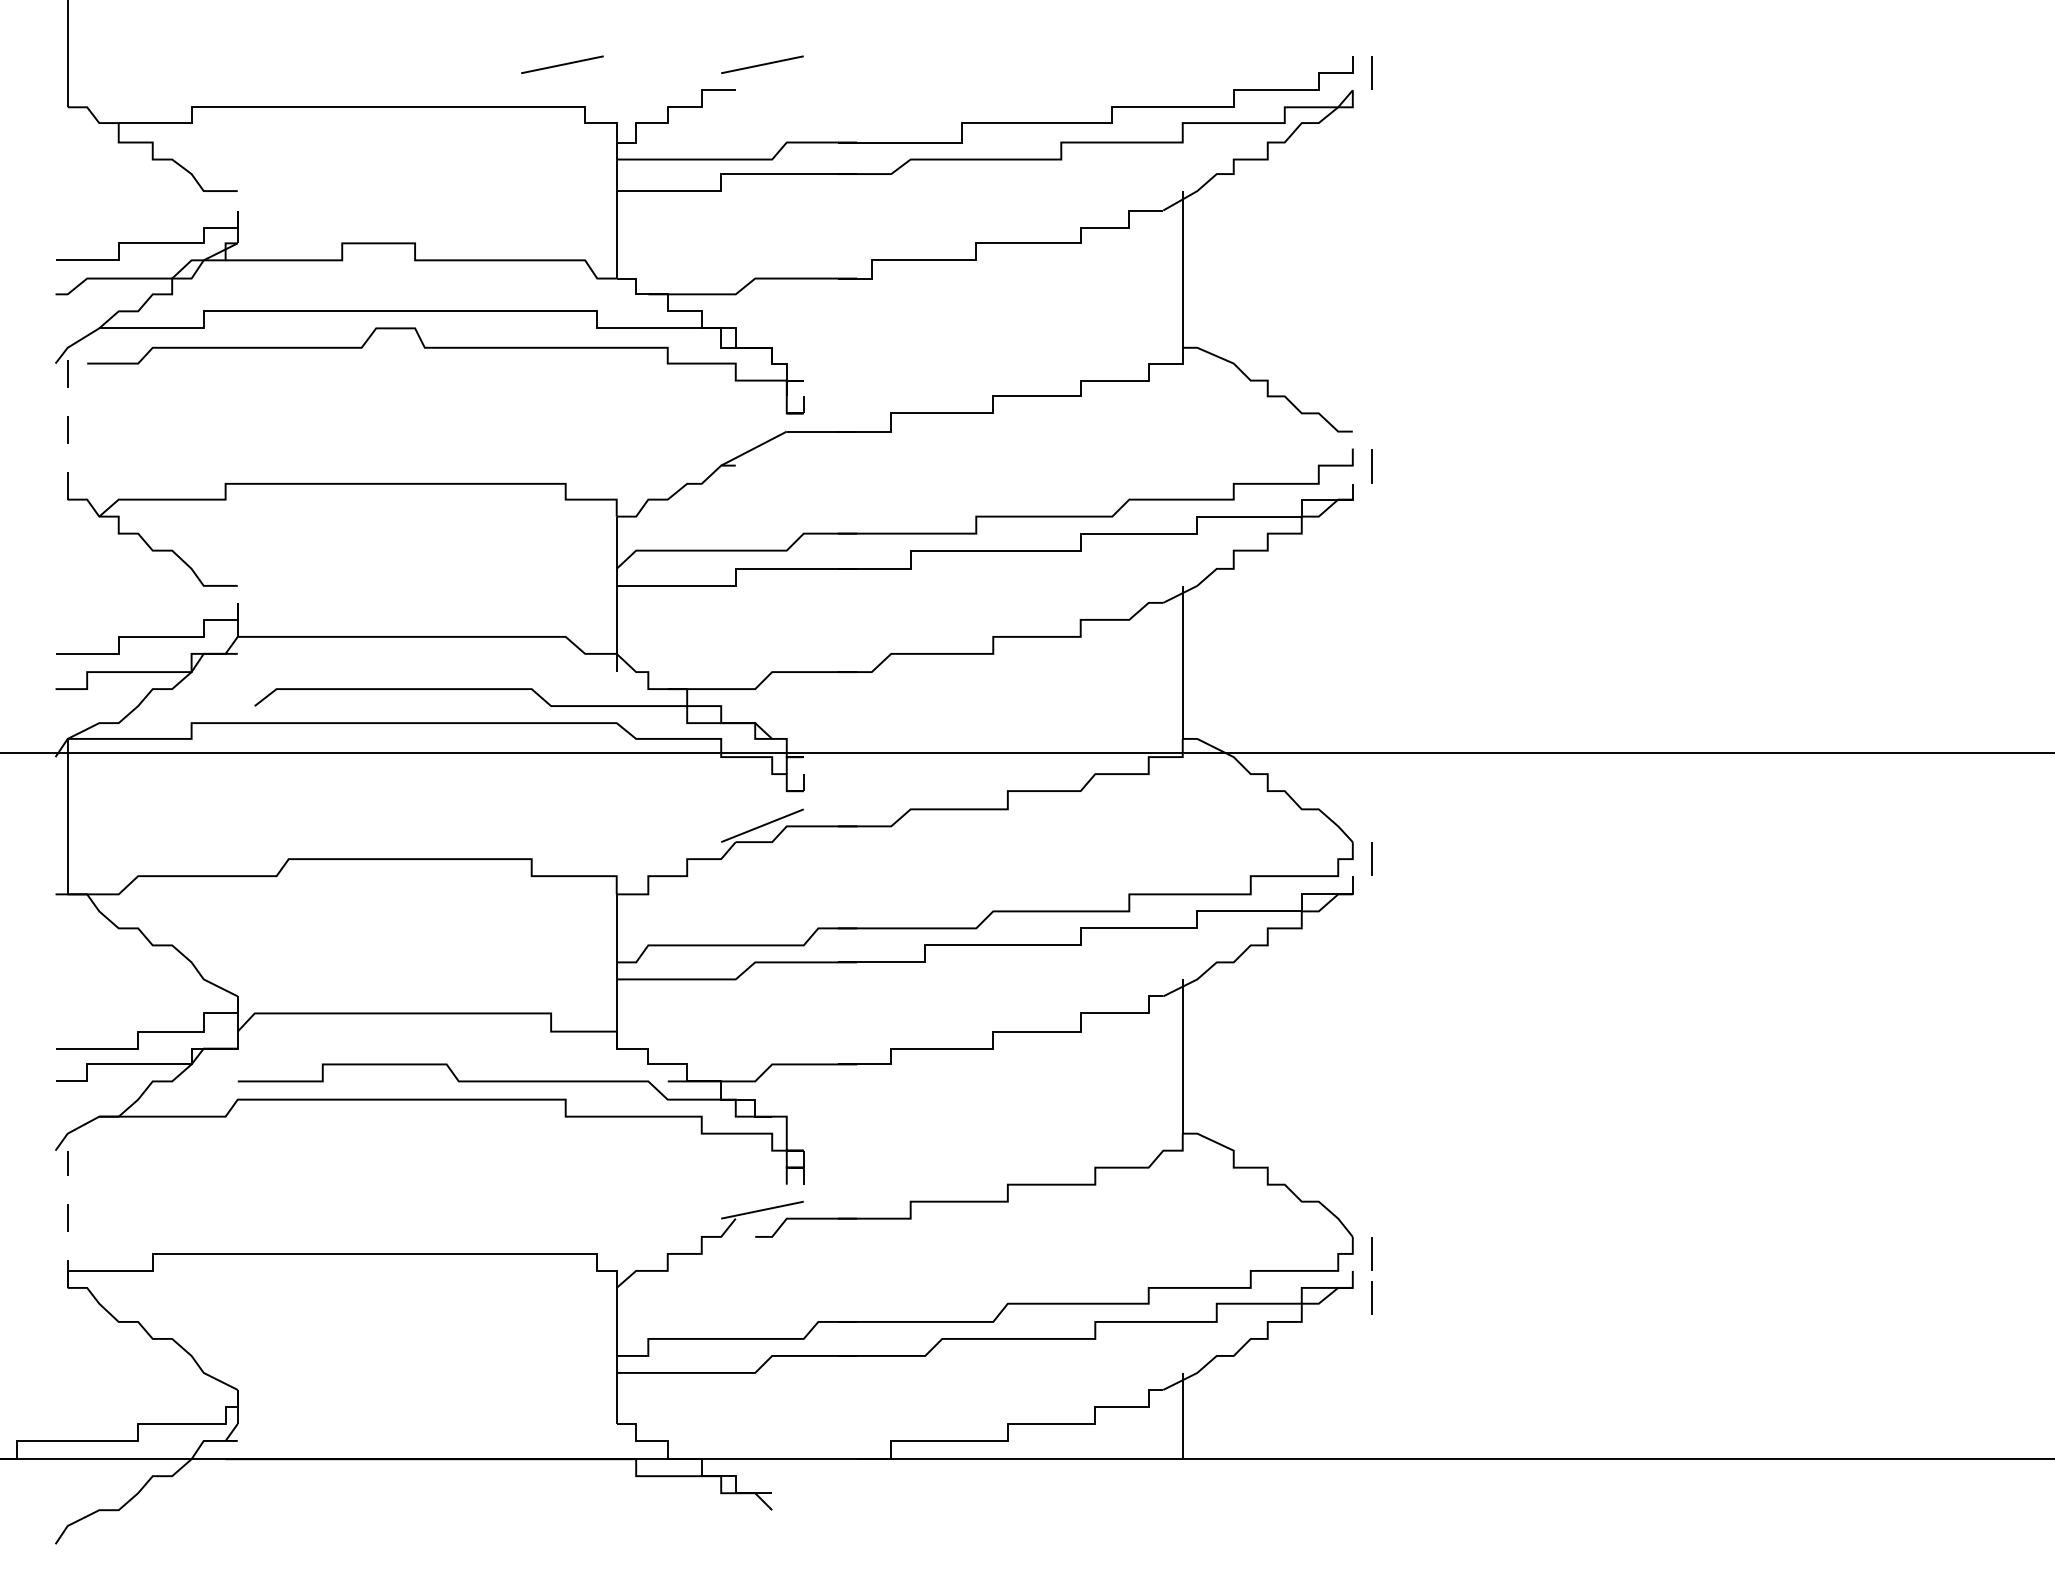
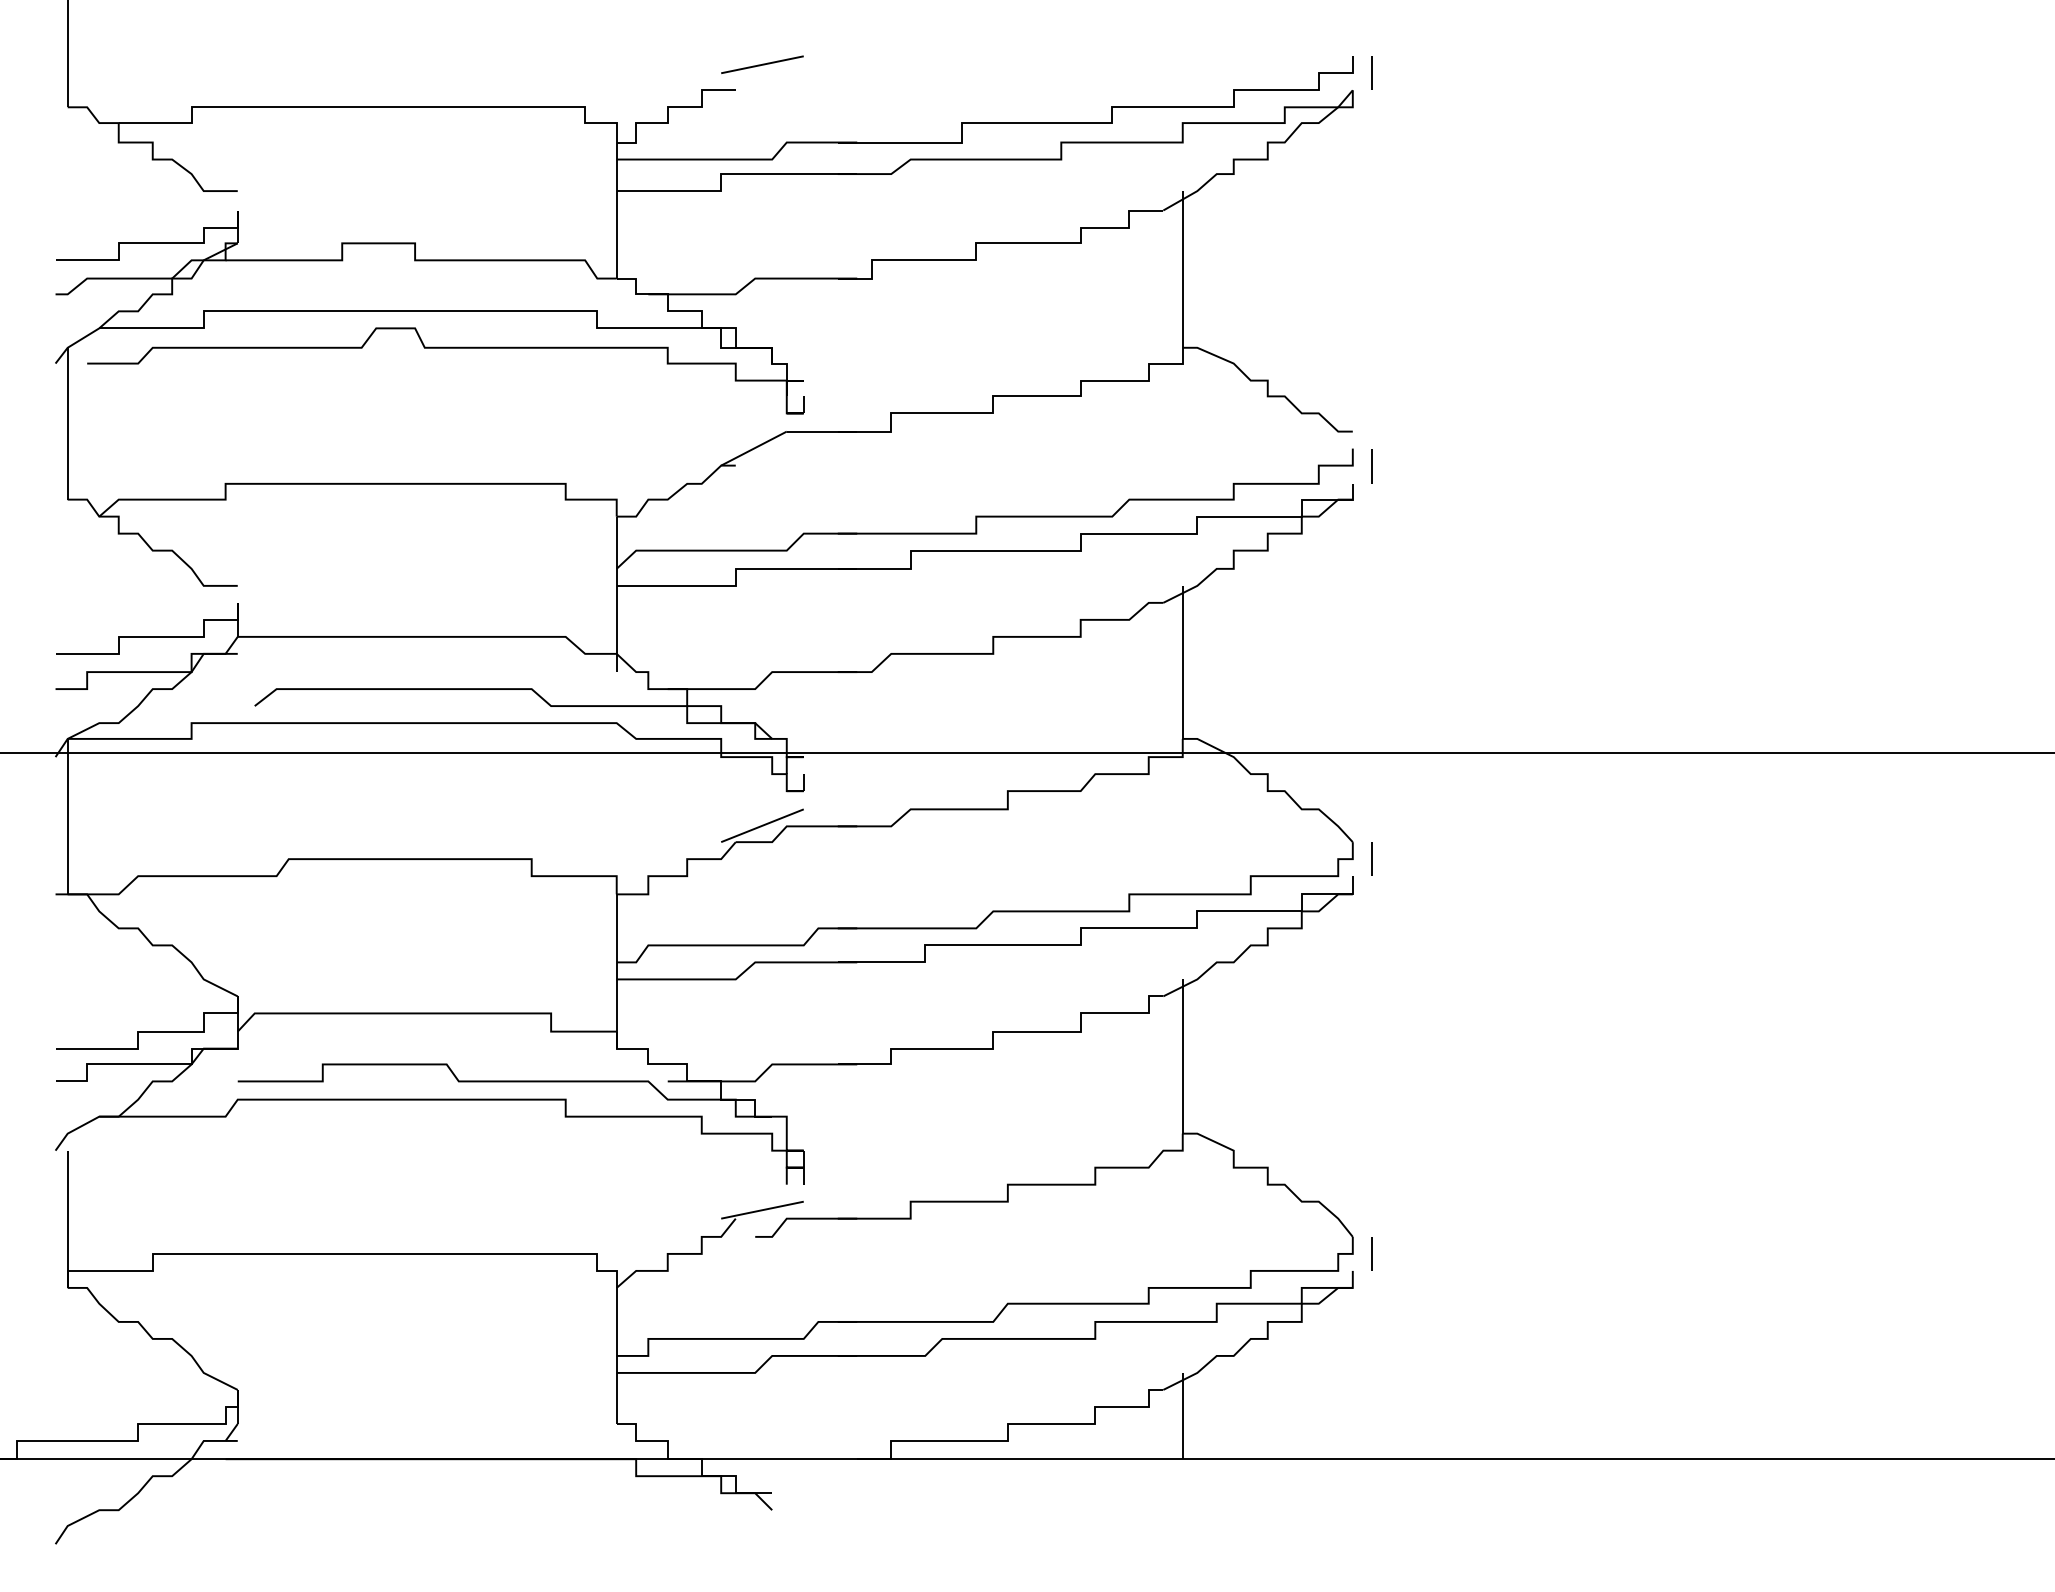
line at (562, 64): present -> none
line at (67, 423): dashed -> solid
line at (67, 1219): dashed -> solid
line at (1371, 1297): present -> none
